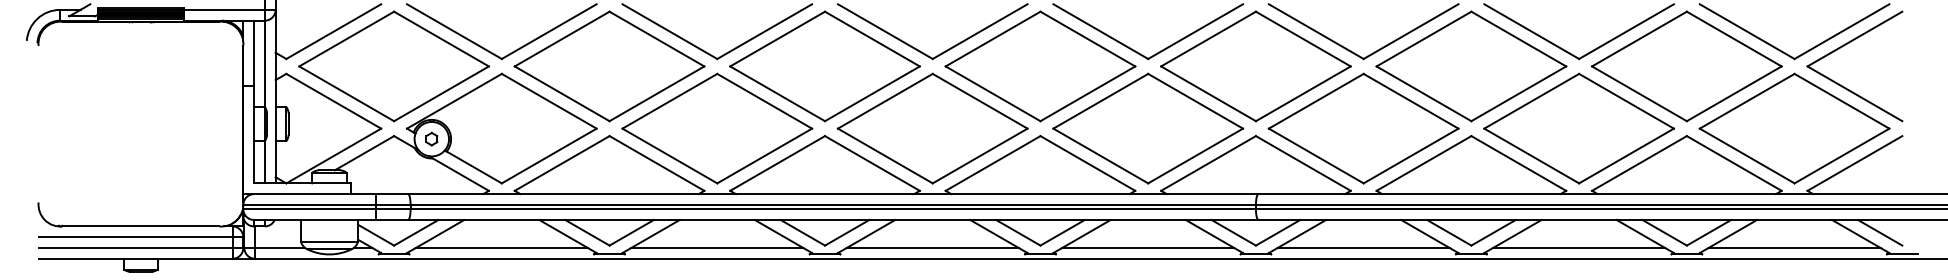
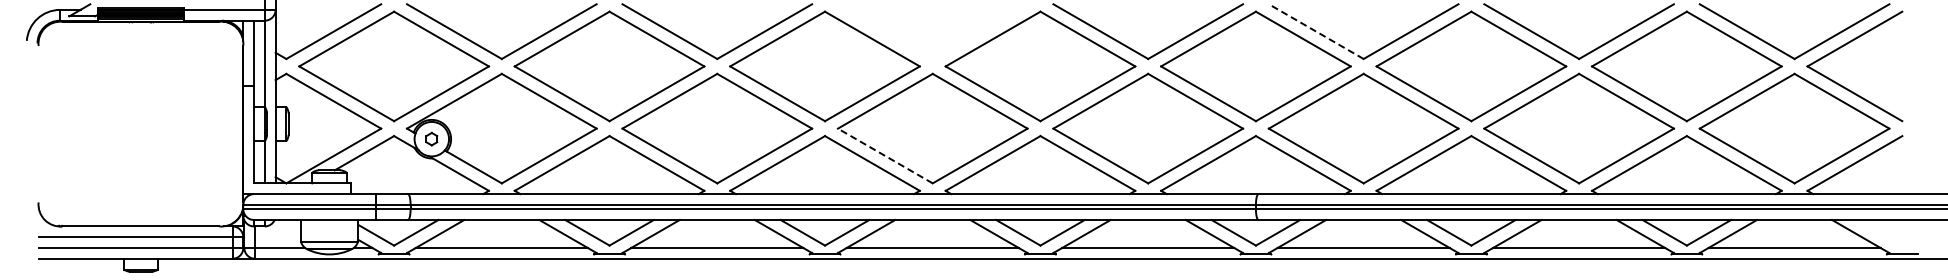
line at (1316, 31): solid -> dashed
part at (920, 50): present -> none
line at (885, 156): solid -> dashed
line at (1879, 232): present -> none
